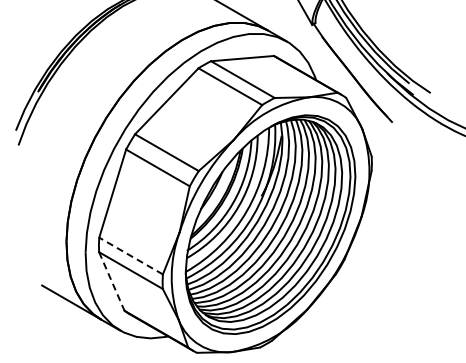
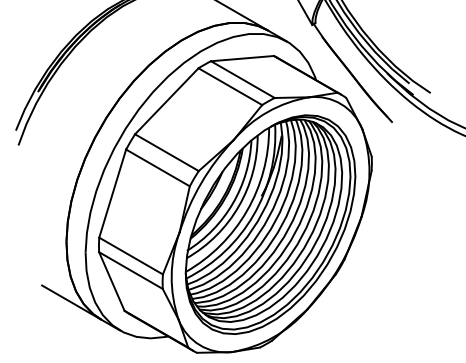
line at (131, 256): dashed -> solid
line at (111, 281): dashed -> solid
